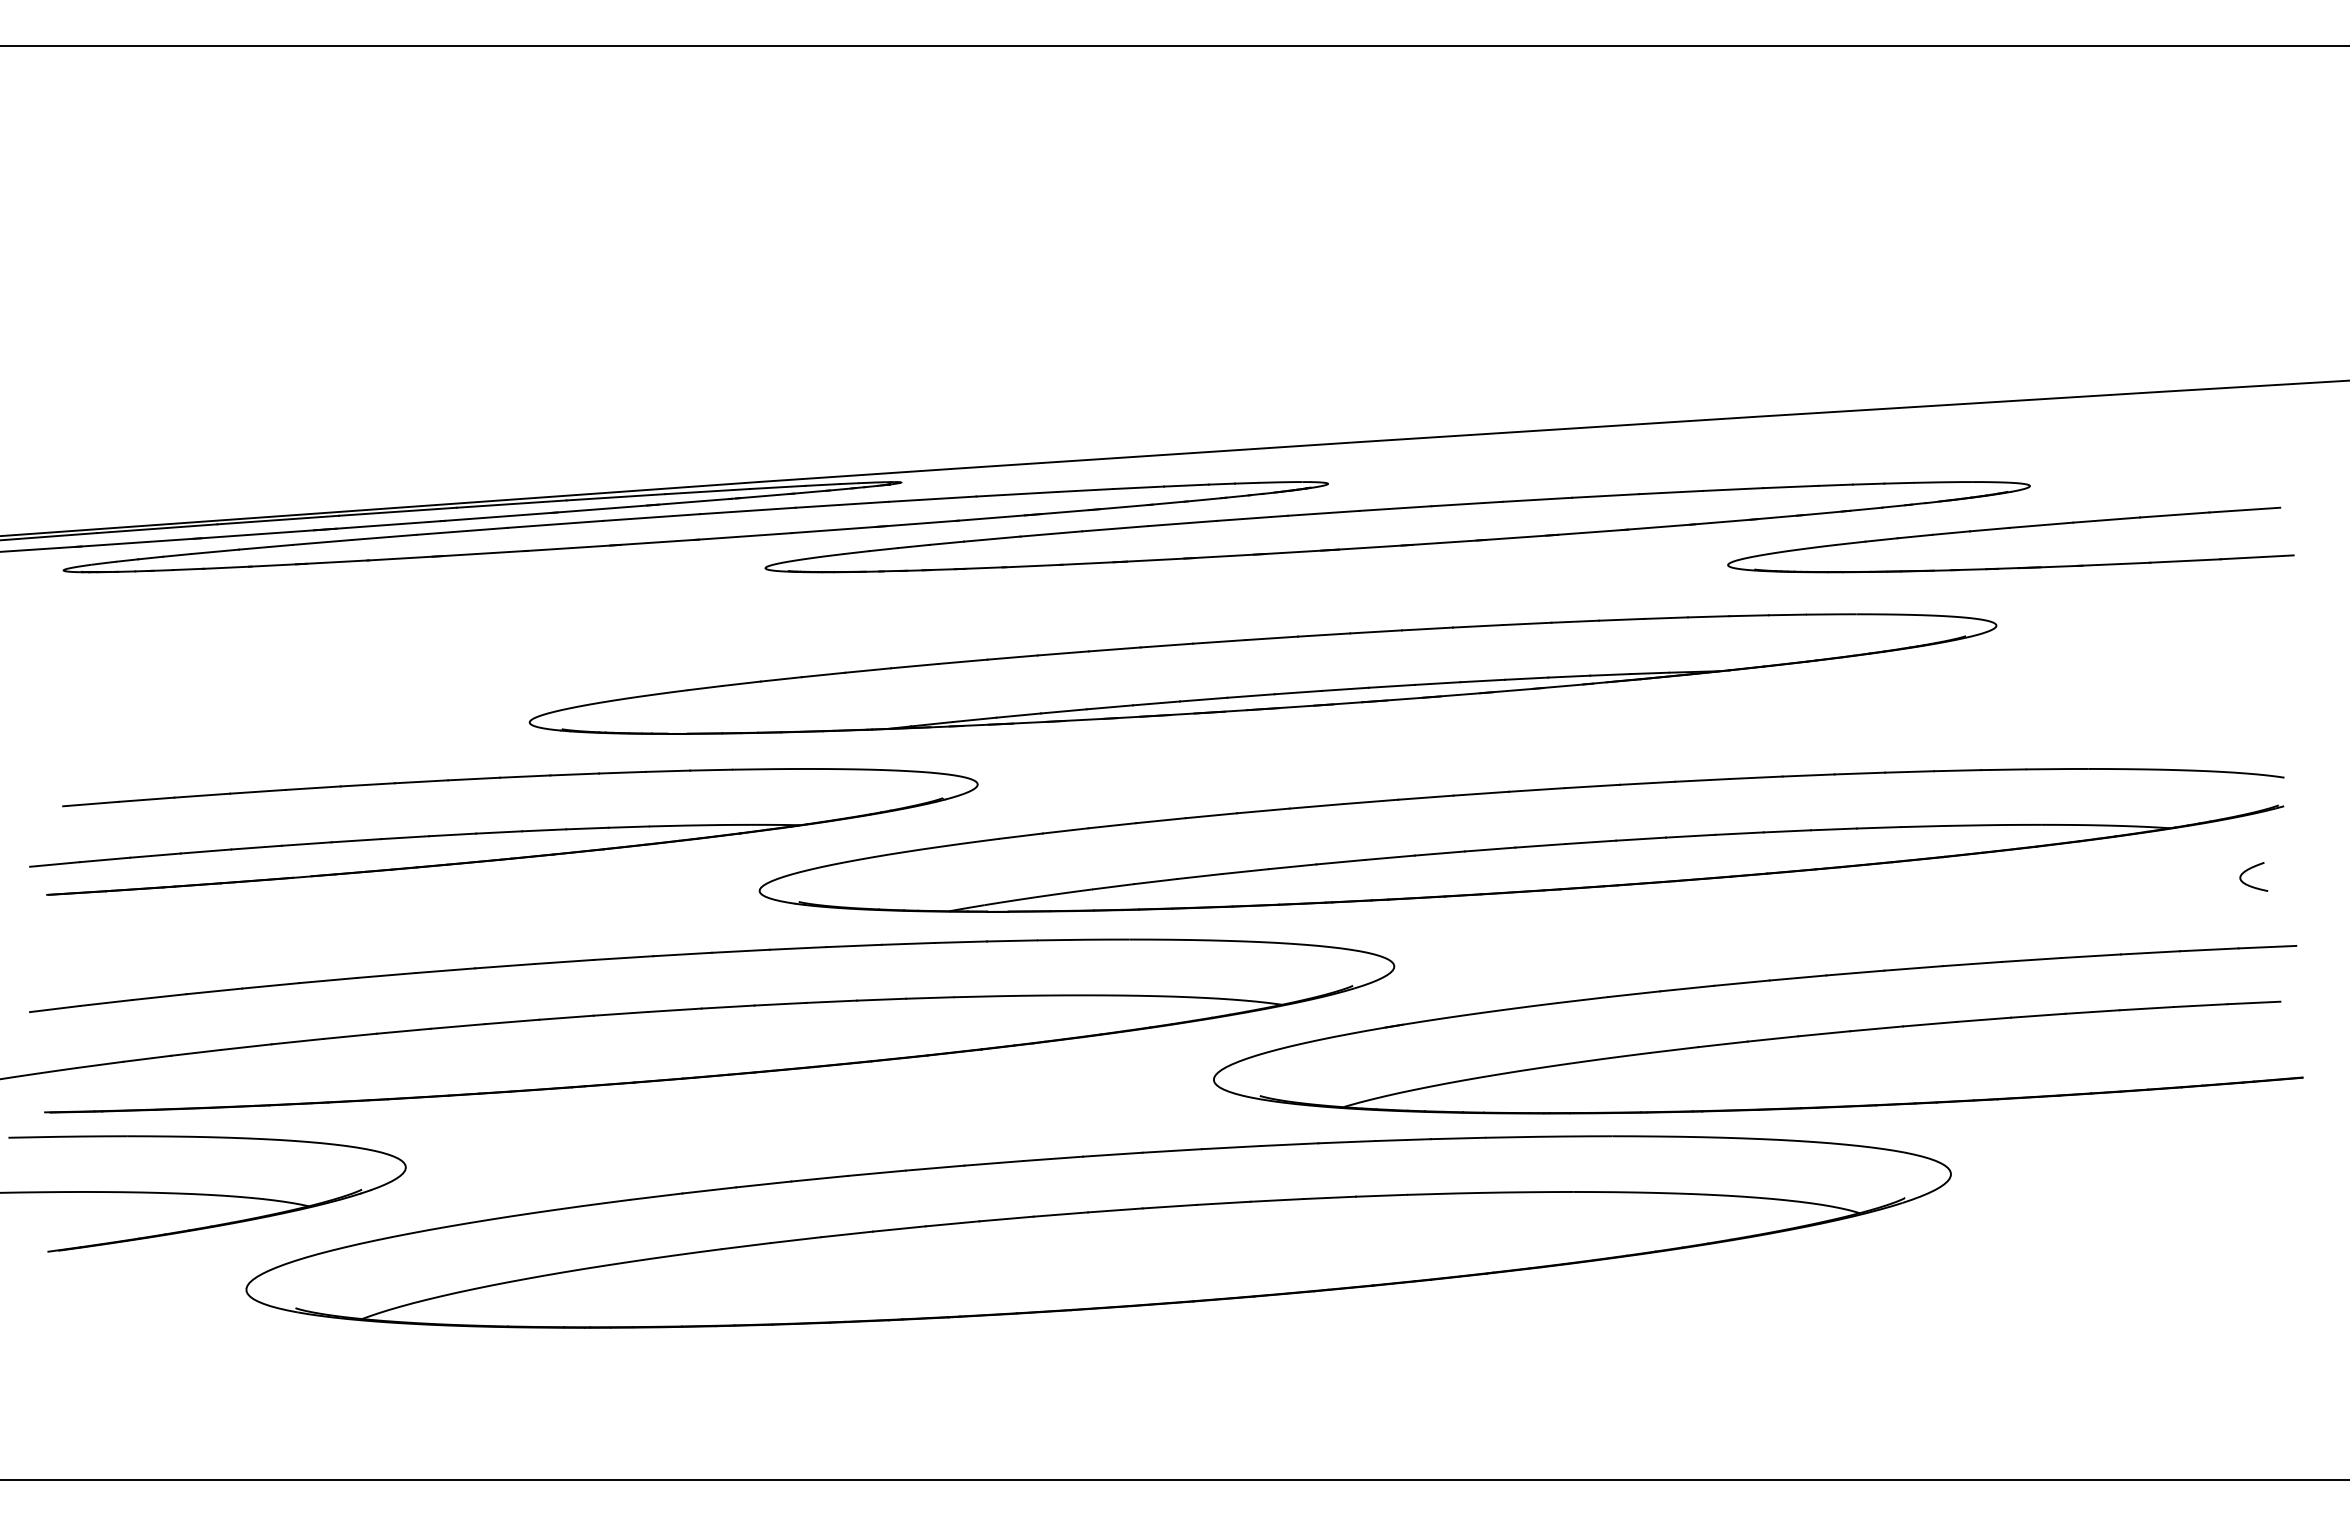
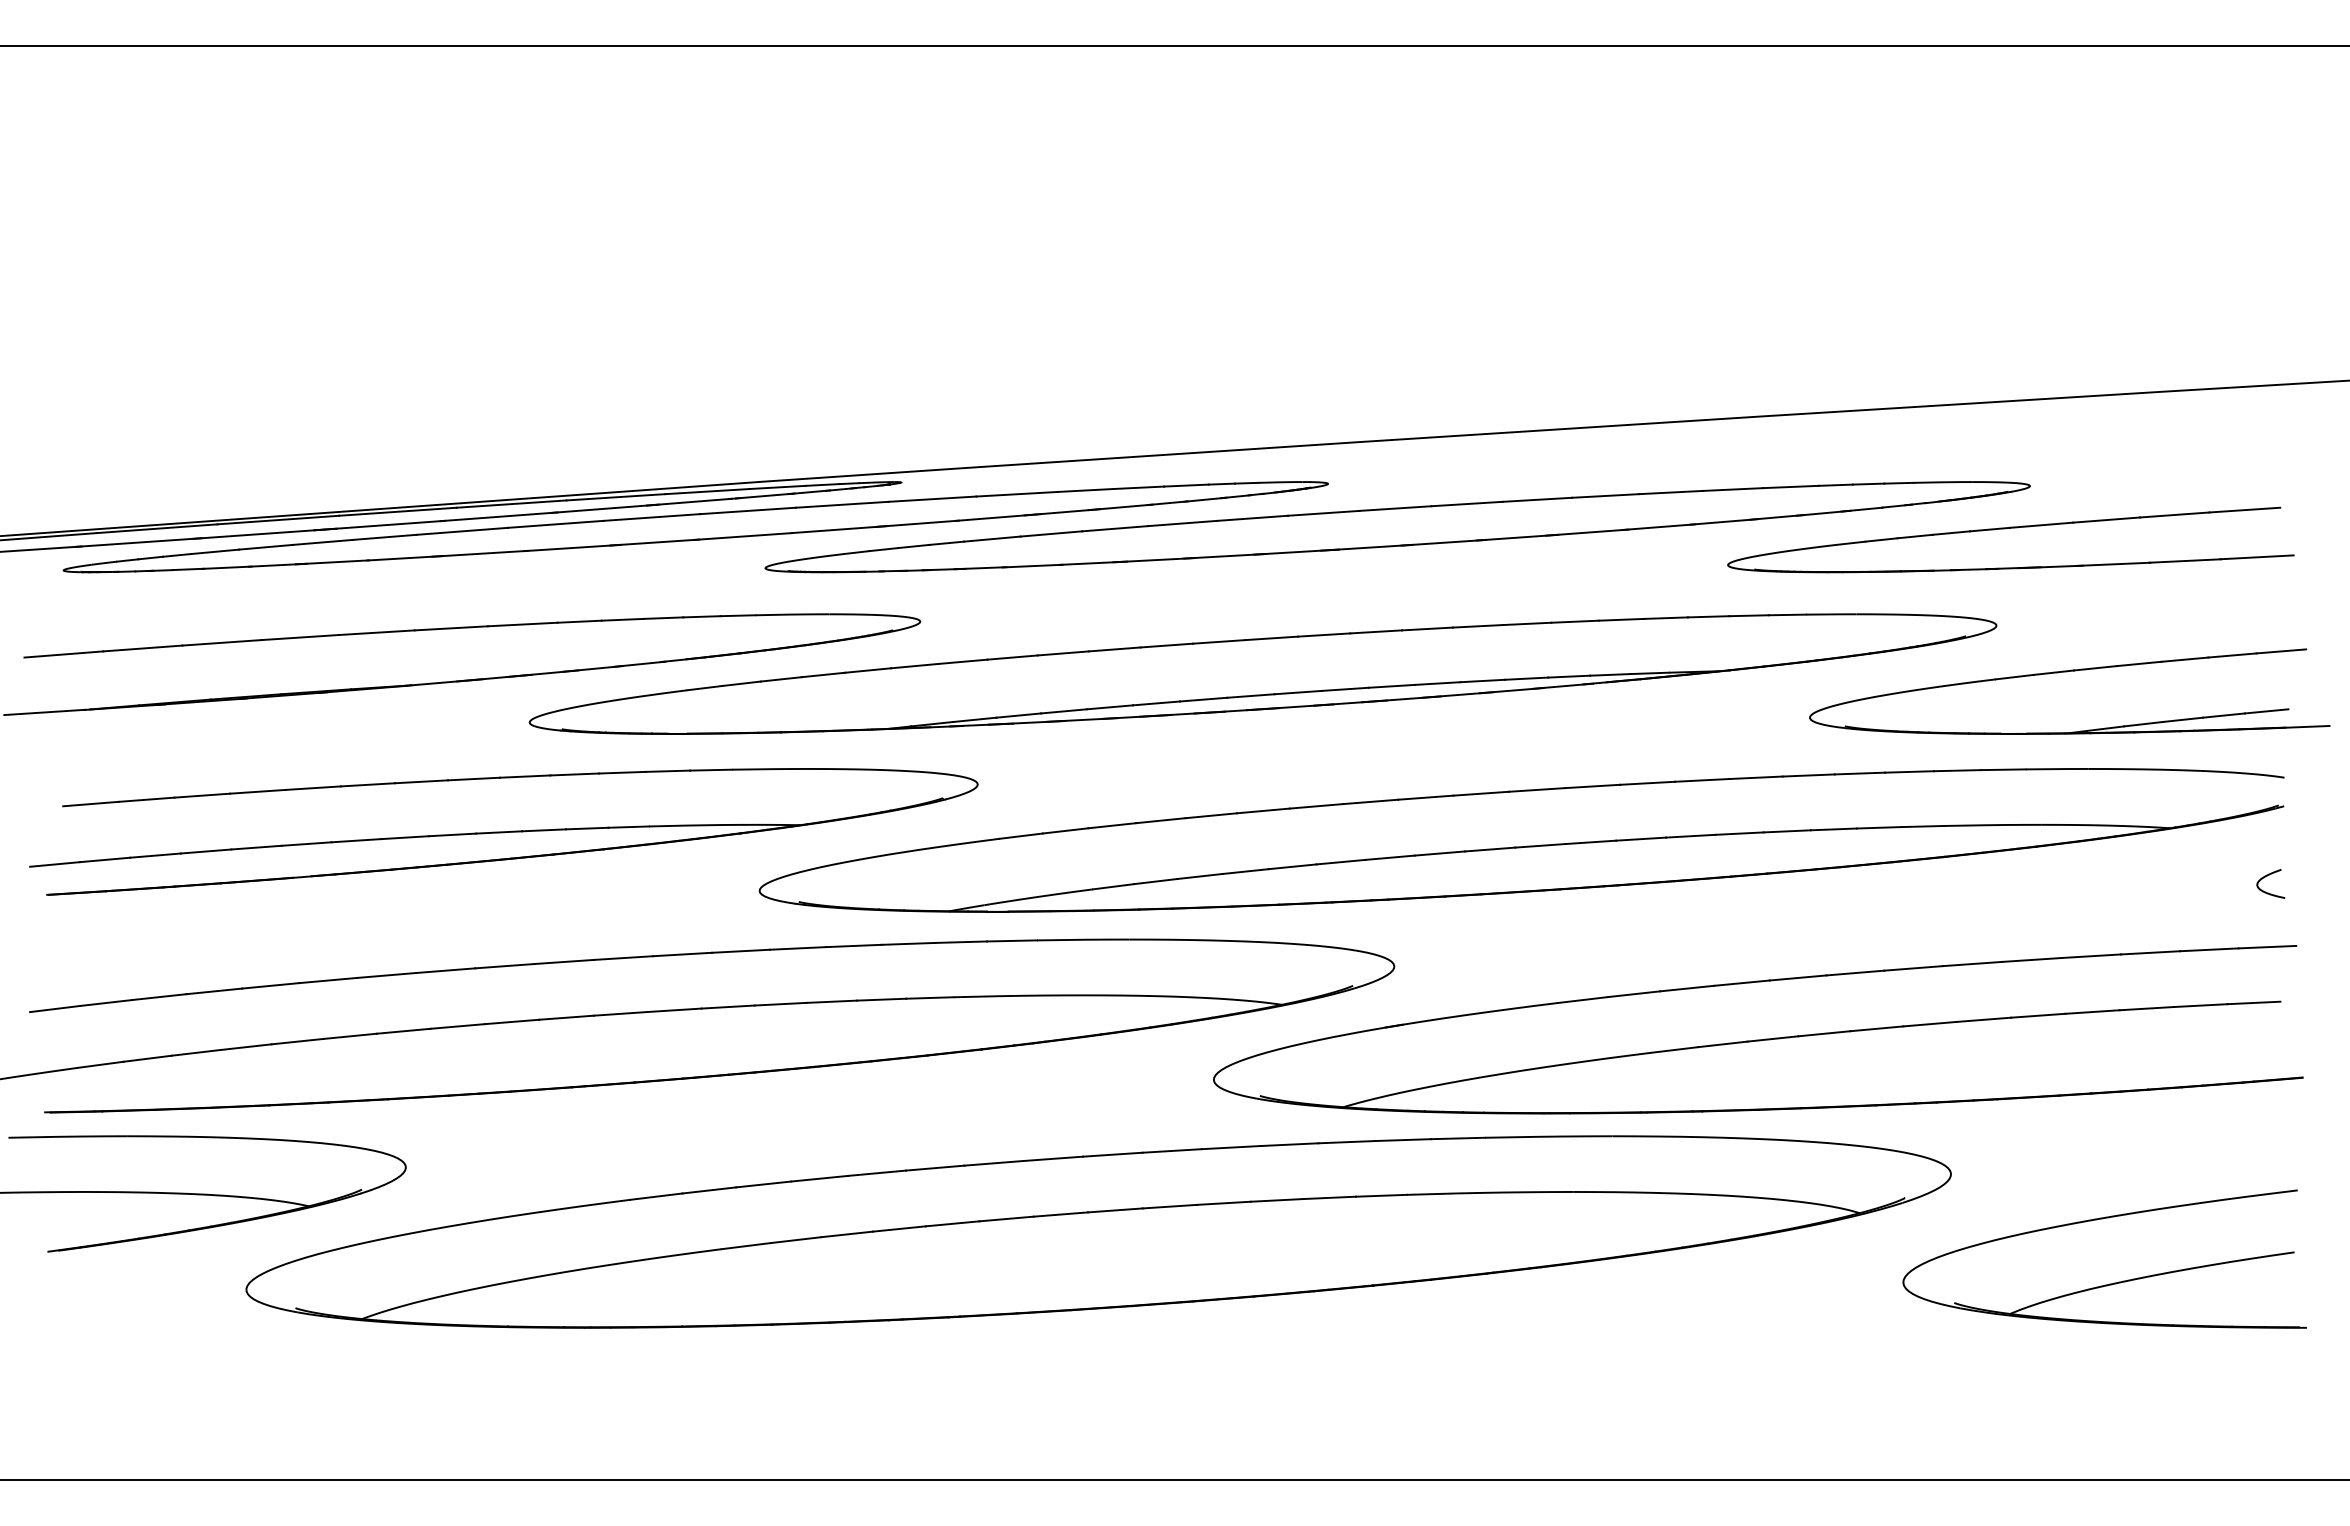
part at (2067, 672): none -> present
part at (464, 679): none -> present
curve at (2250, 869) position: (2250, 869) -> (2267, 876)
part at (2109, 1283): none -> present
